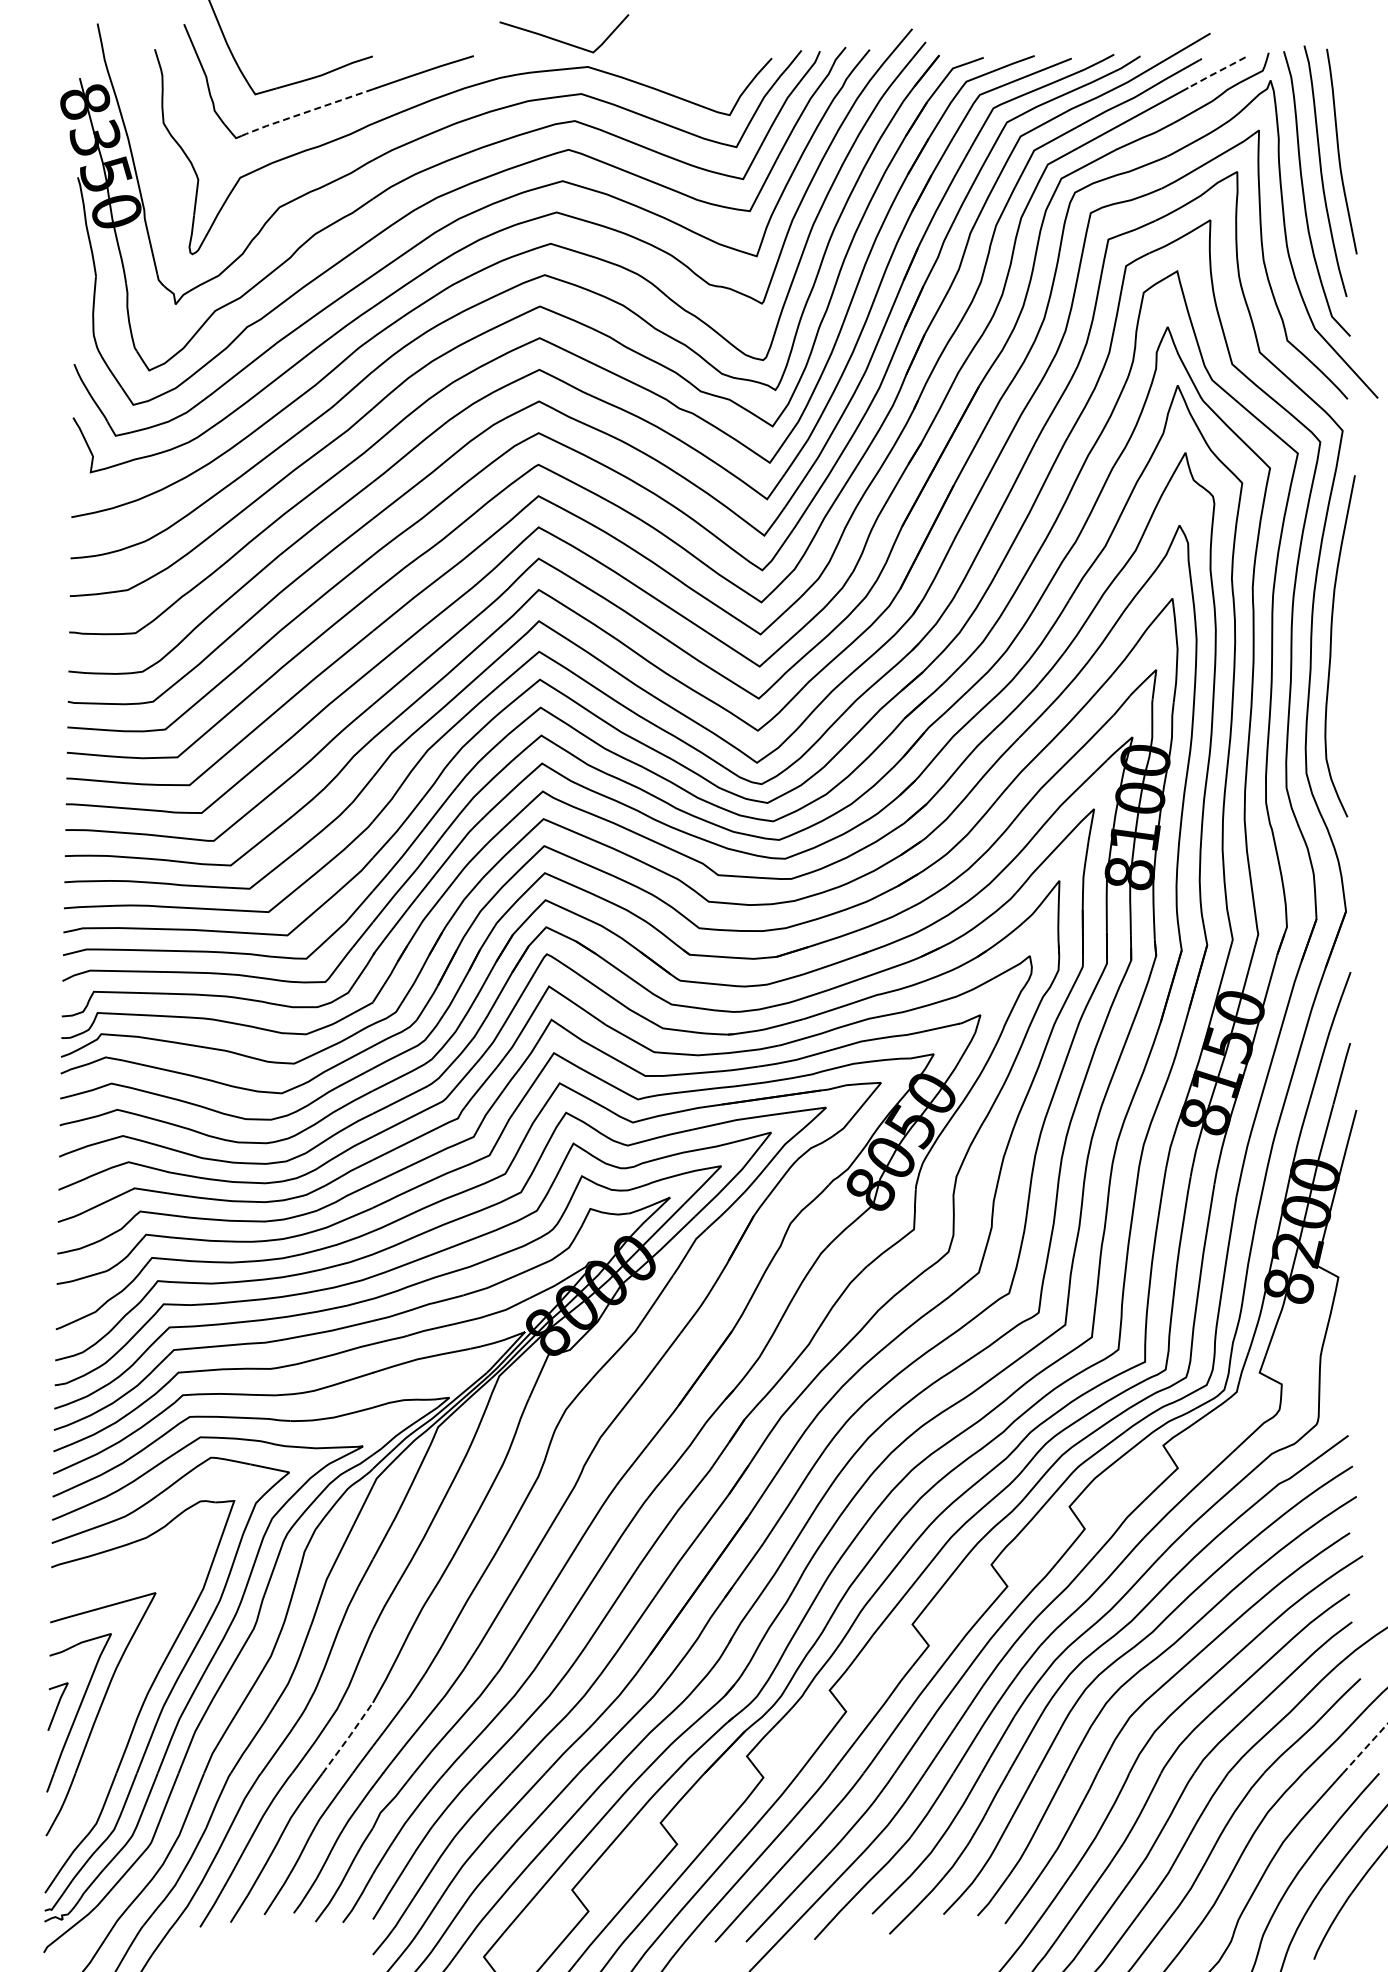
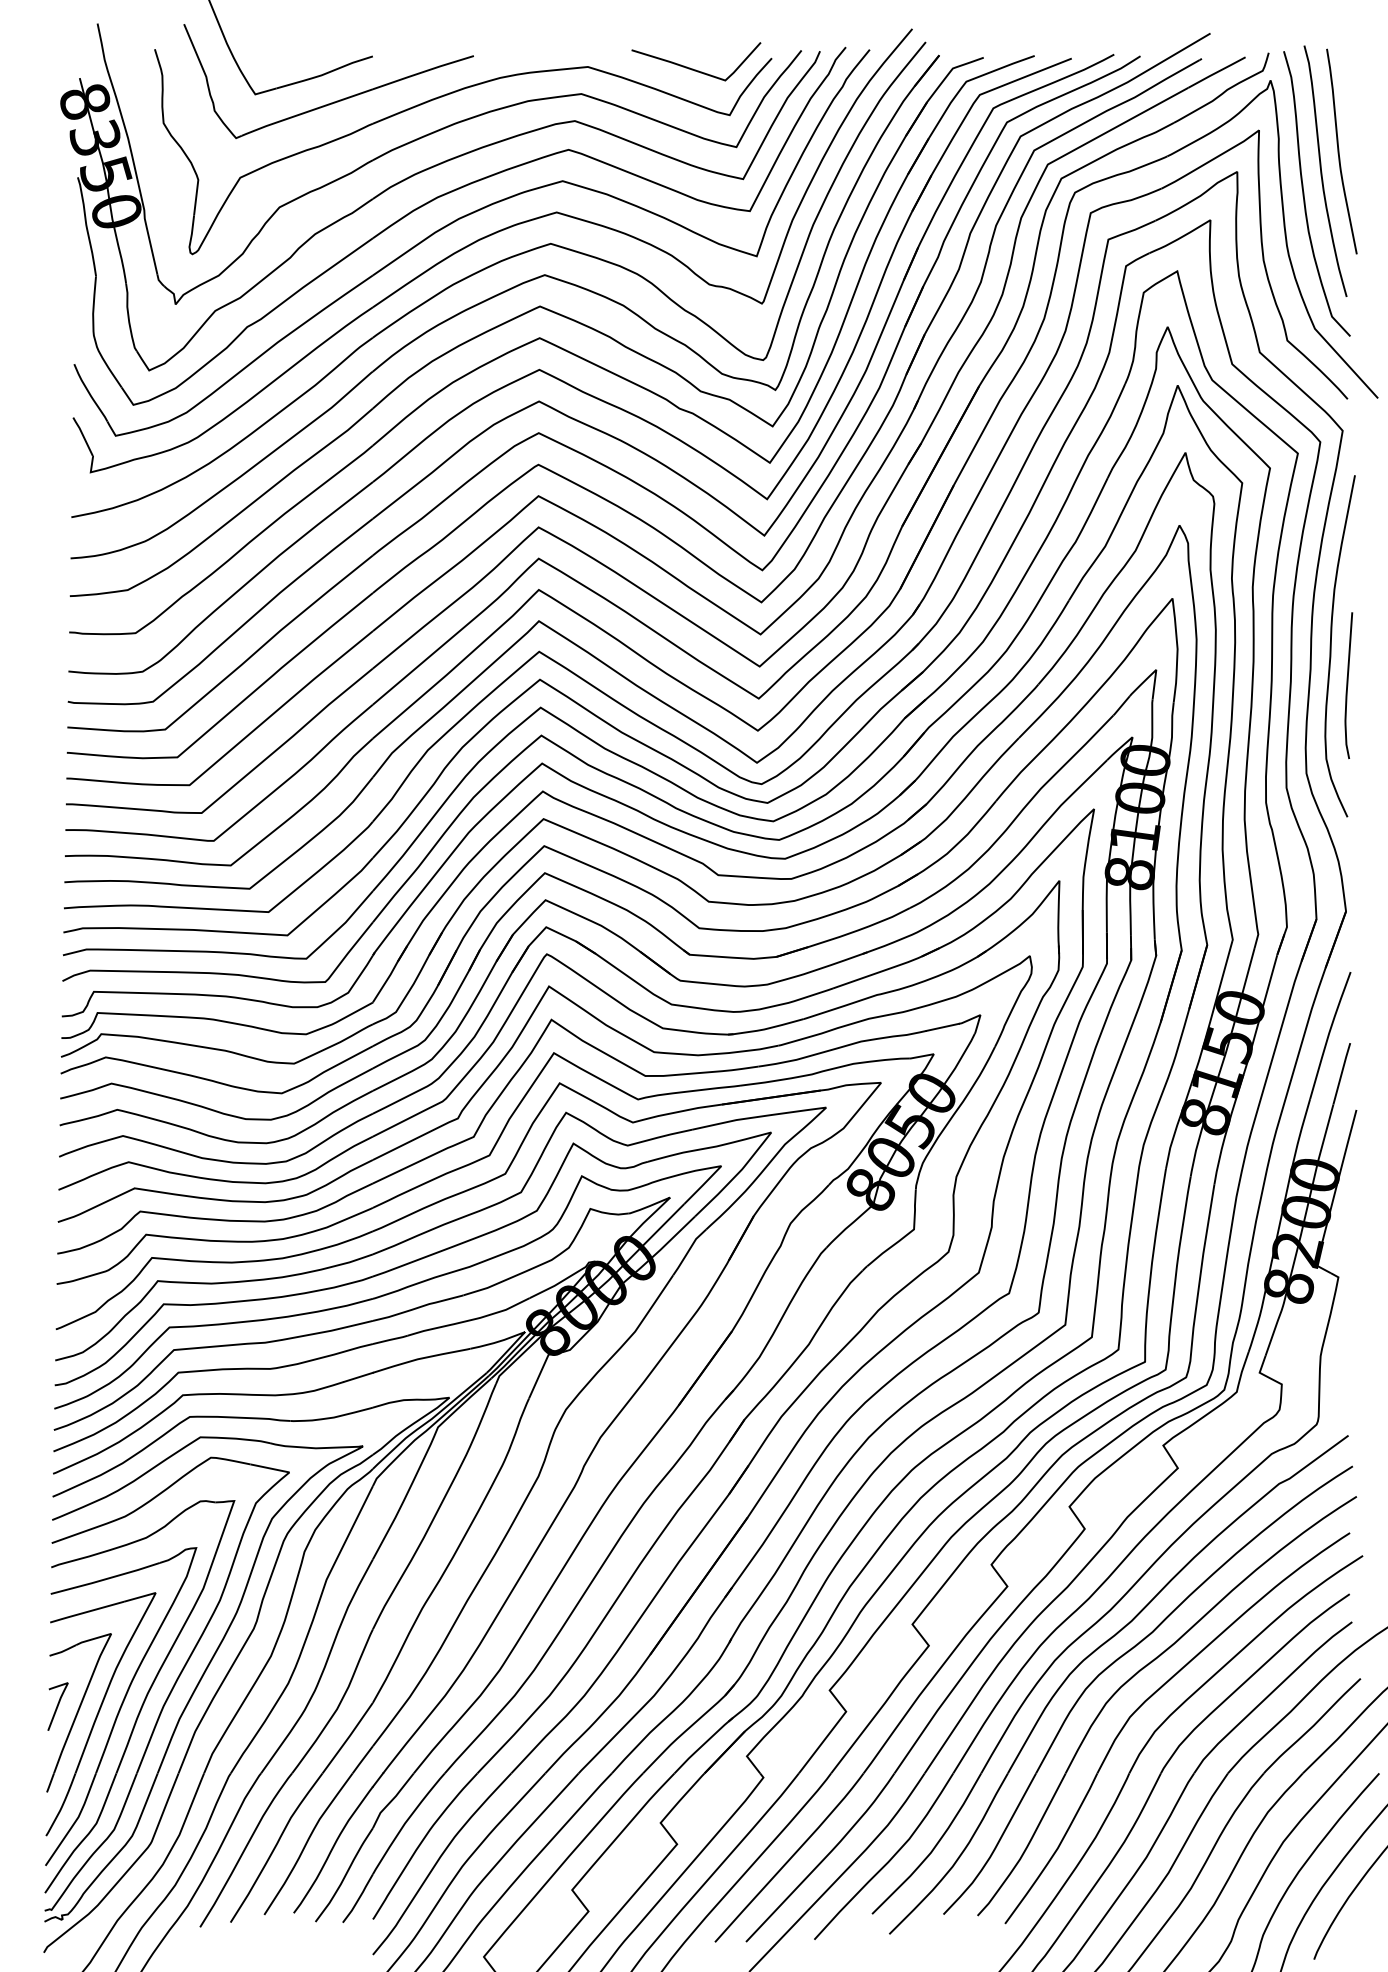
curve at (561, 40) position: (561, 40) -> (693, 68)
line at (1216, 72): dashed -> solid
line at (305, 112): dashed -> solid
curve at (1348, 685): none -> present
part at (121, 1706): none -> present
line at (348, 1737): dashed -> solid
line at (1365, 1748): dashed -> solid
